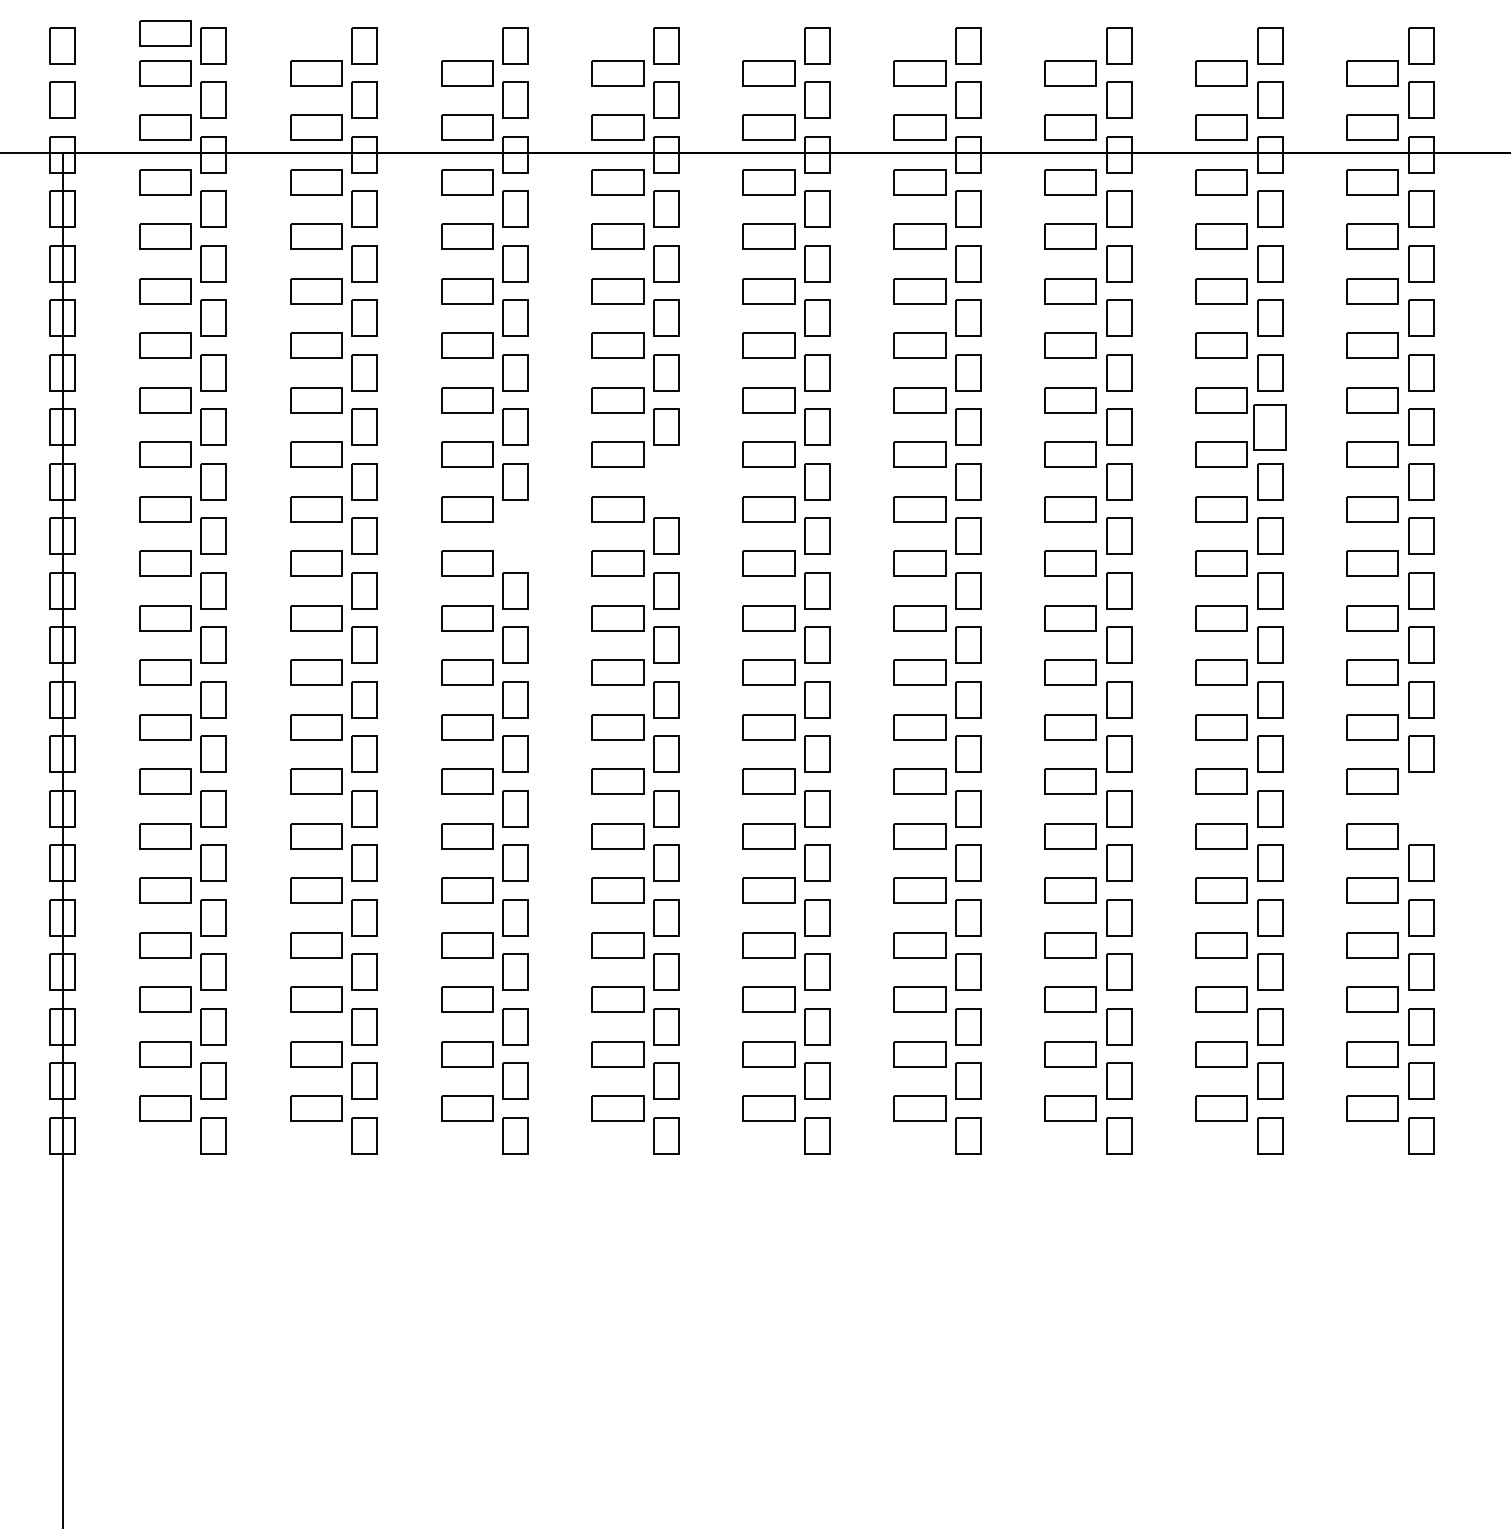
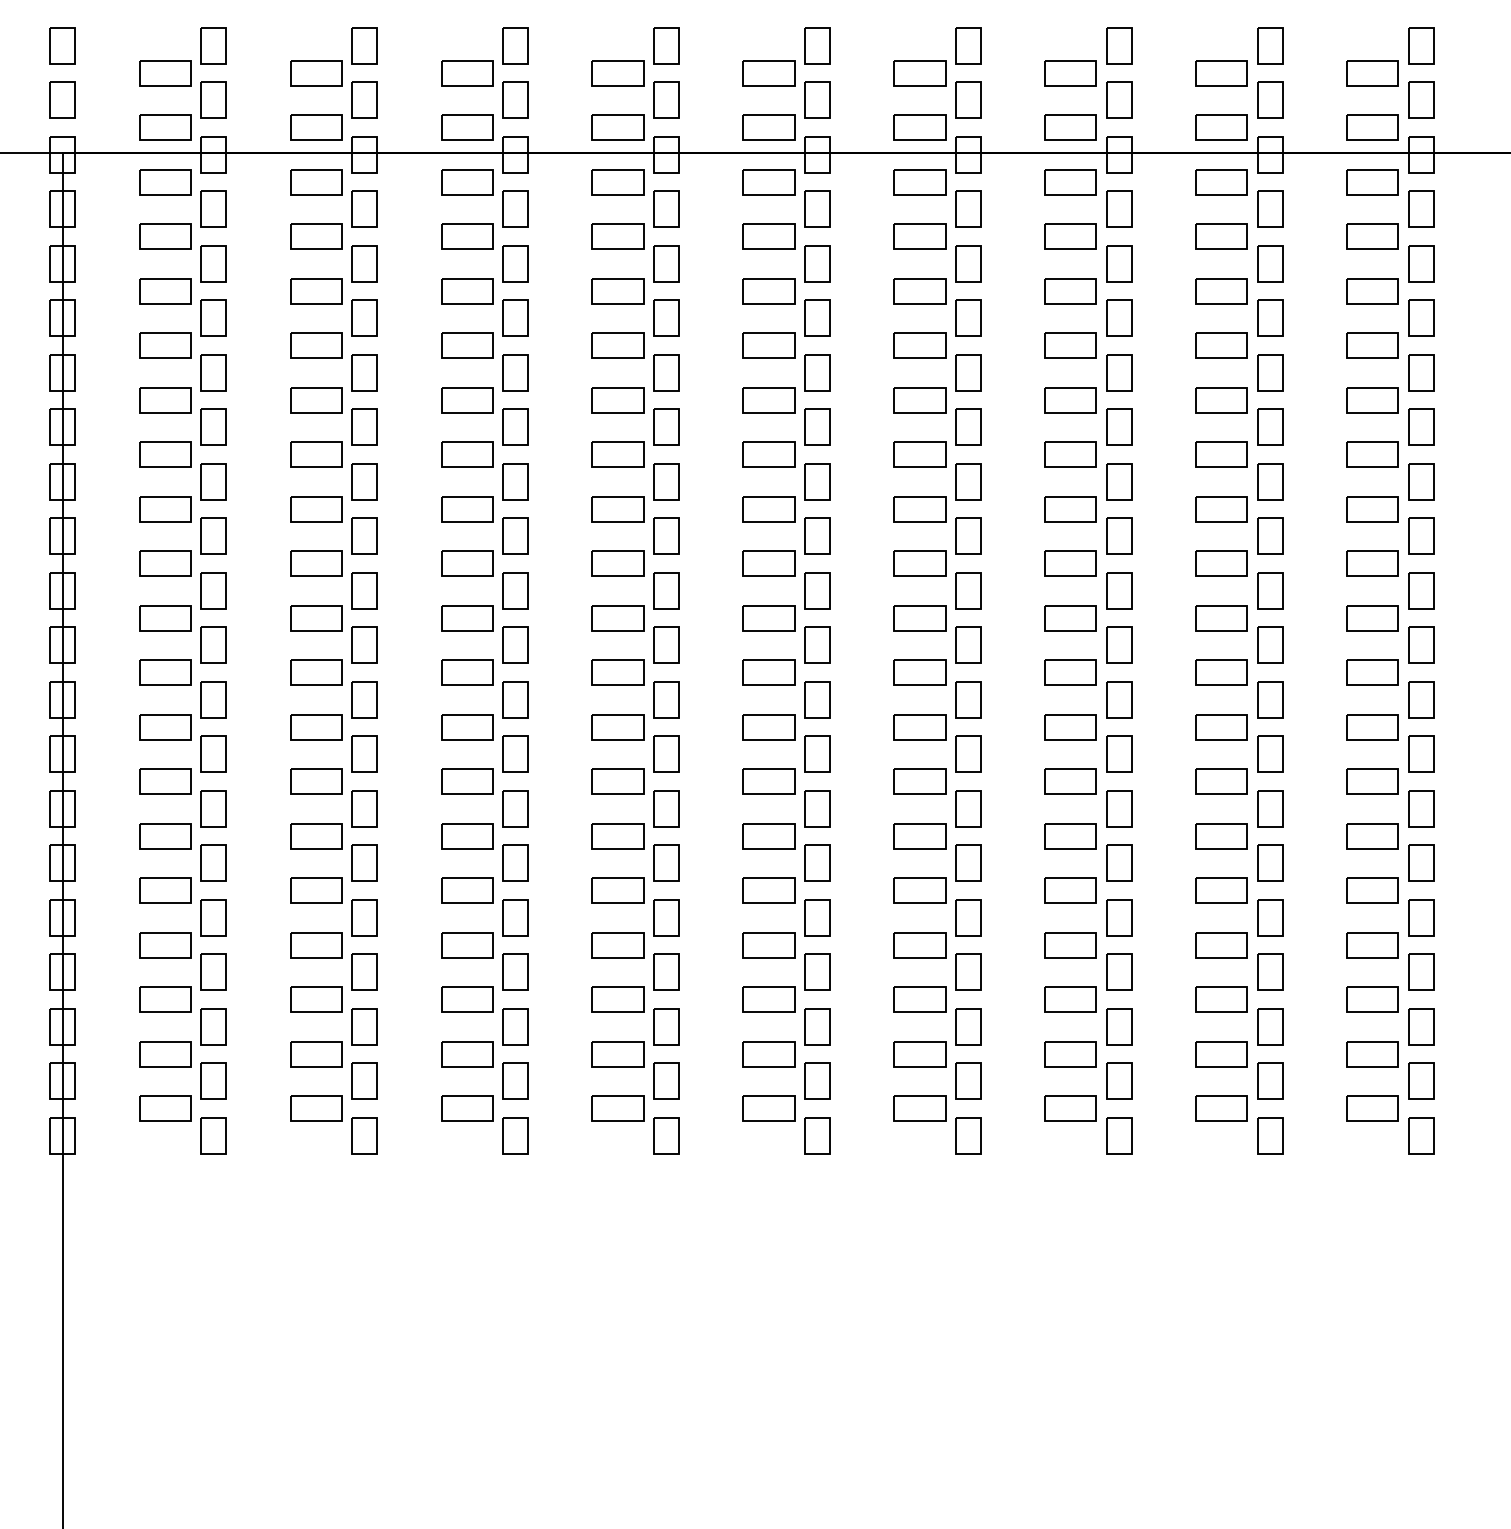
part at (165, 33): present -> none
part at (1269, 427) size: 34x47 px -> 27x38 px
part at (666, 481): none -> present
part at (515, 535): none -> present
part at (1421, 808): none -> present
